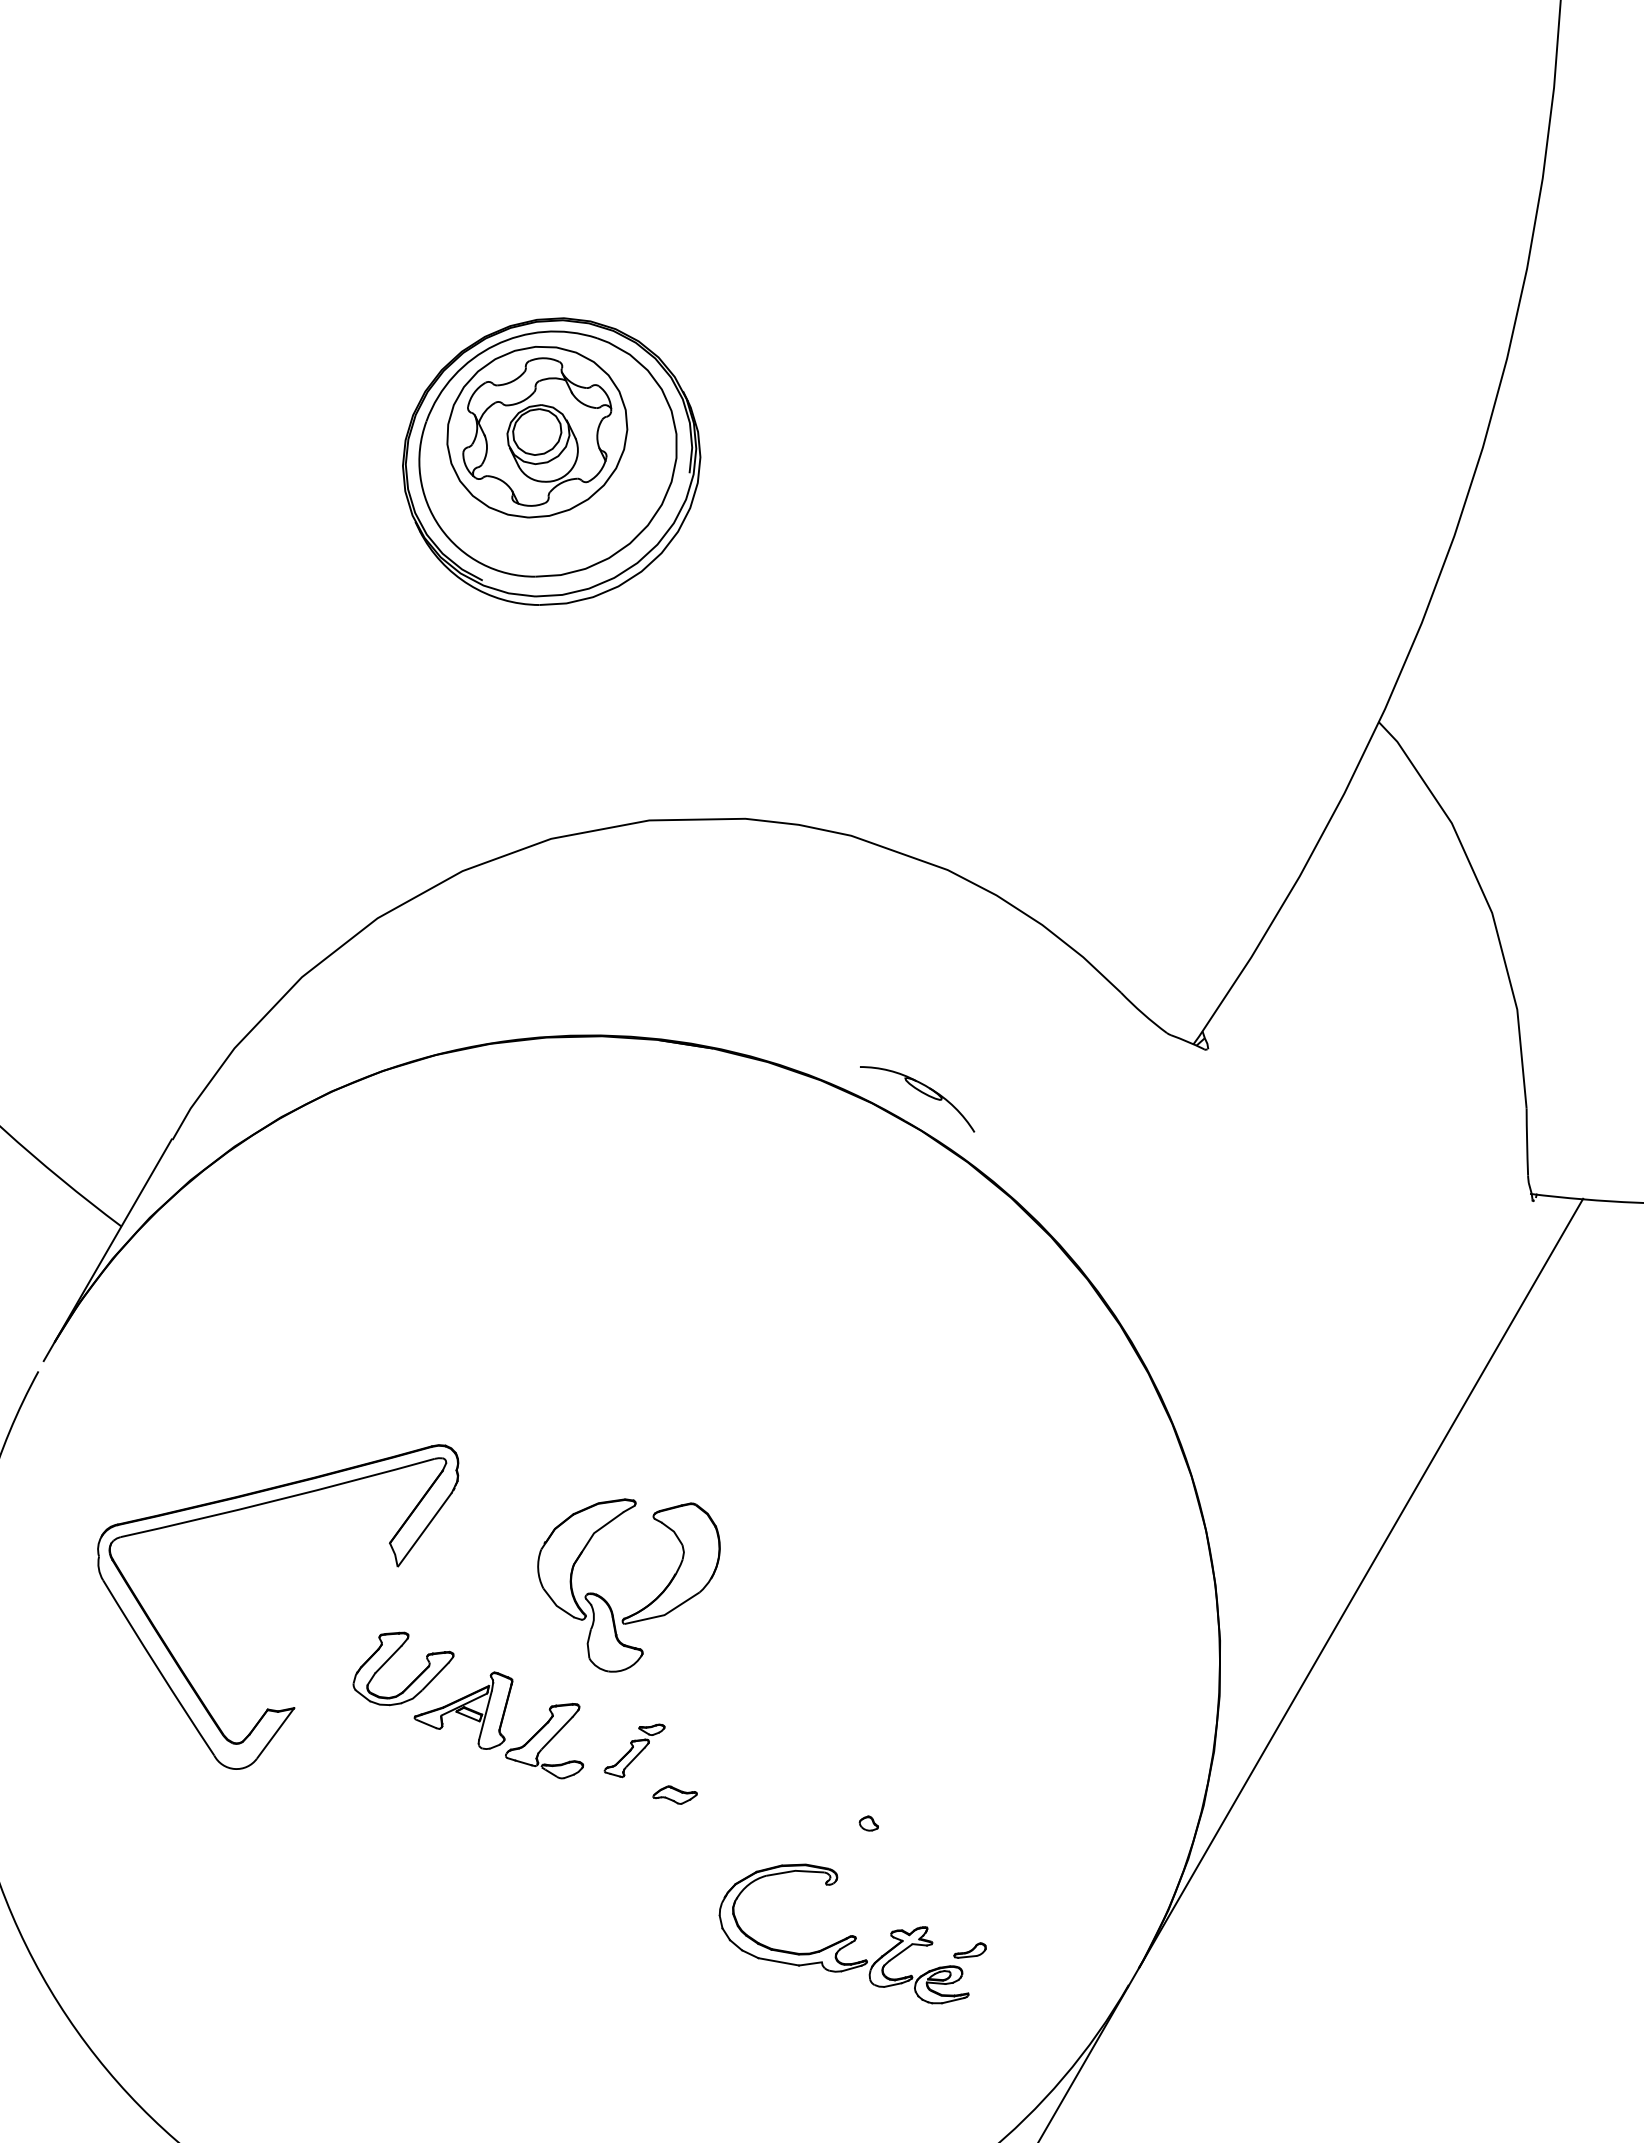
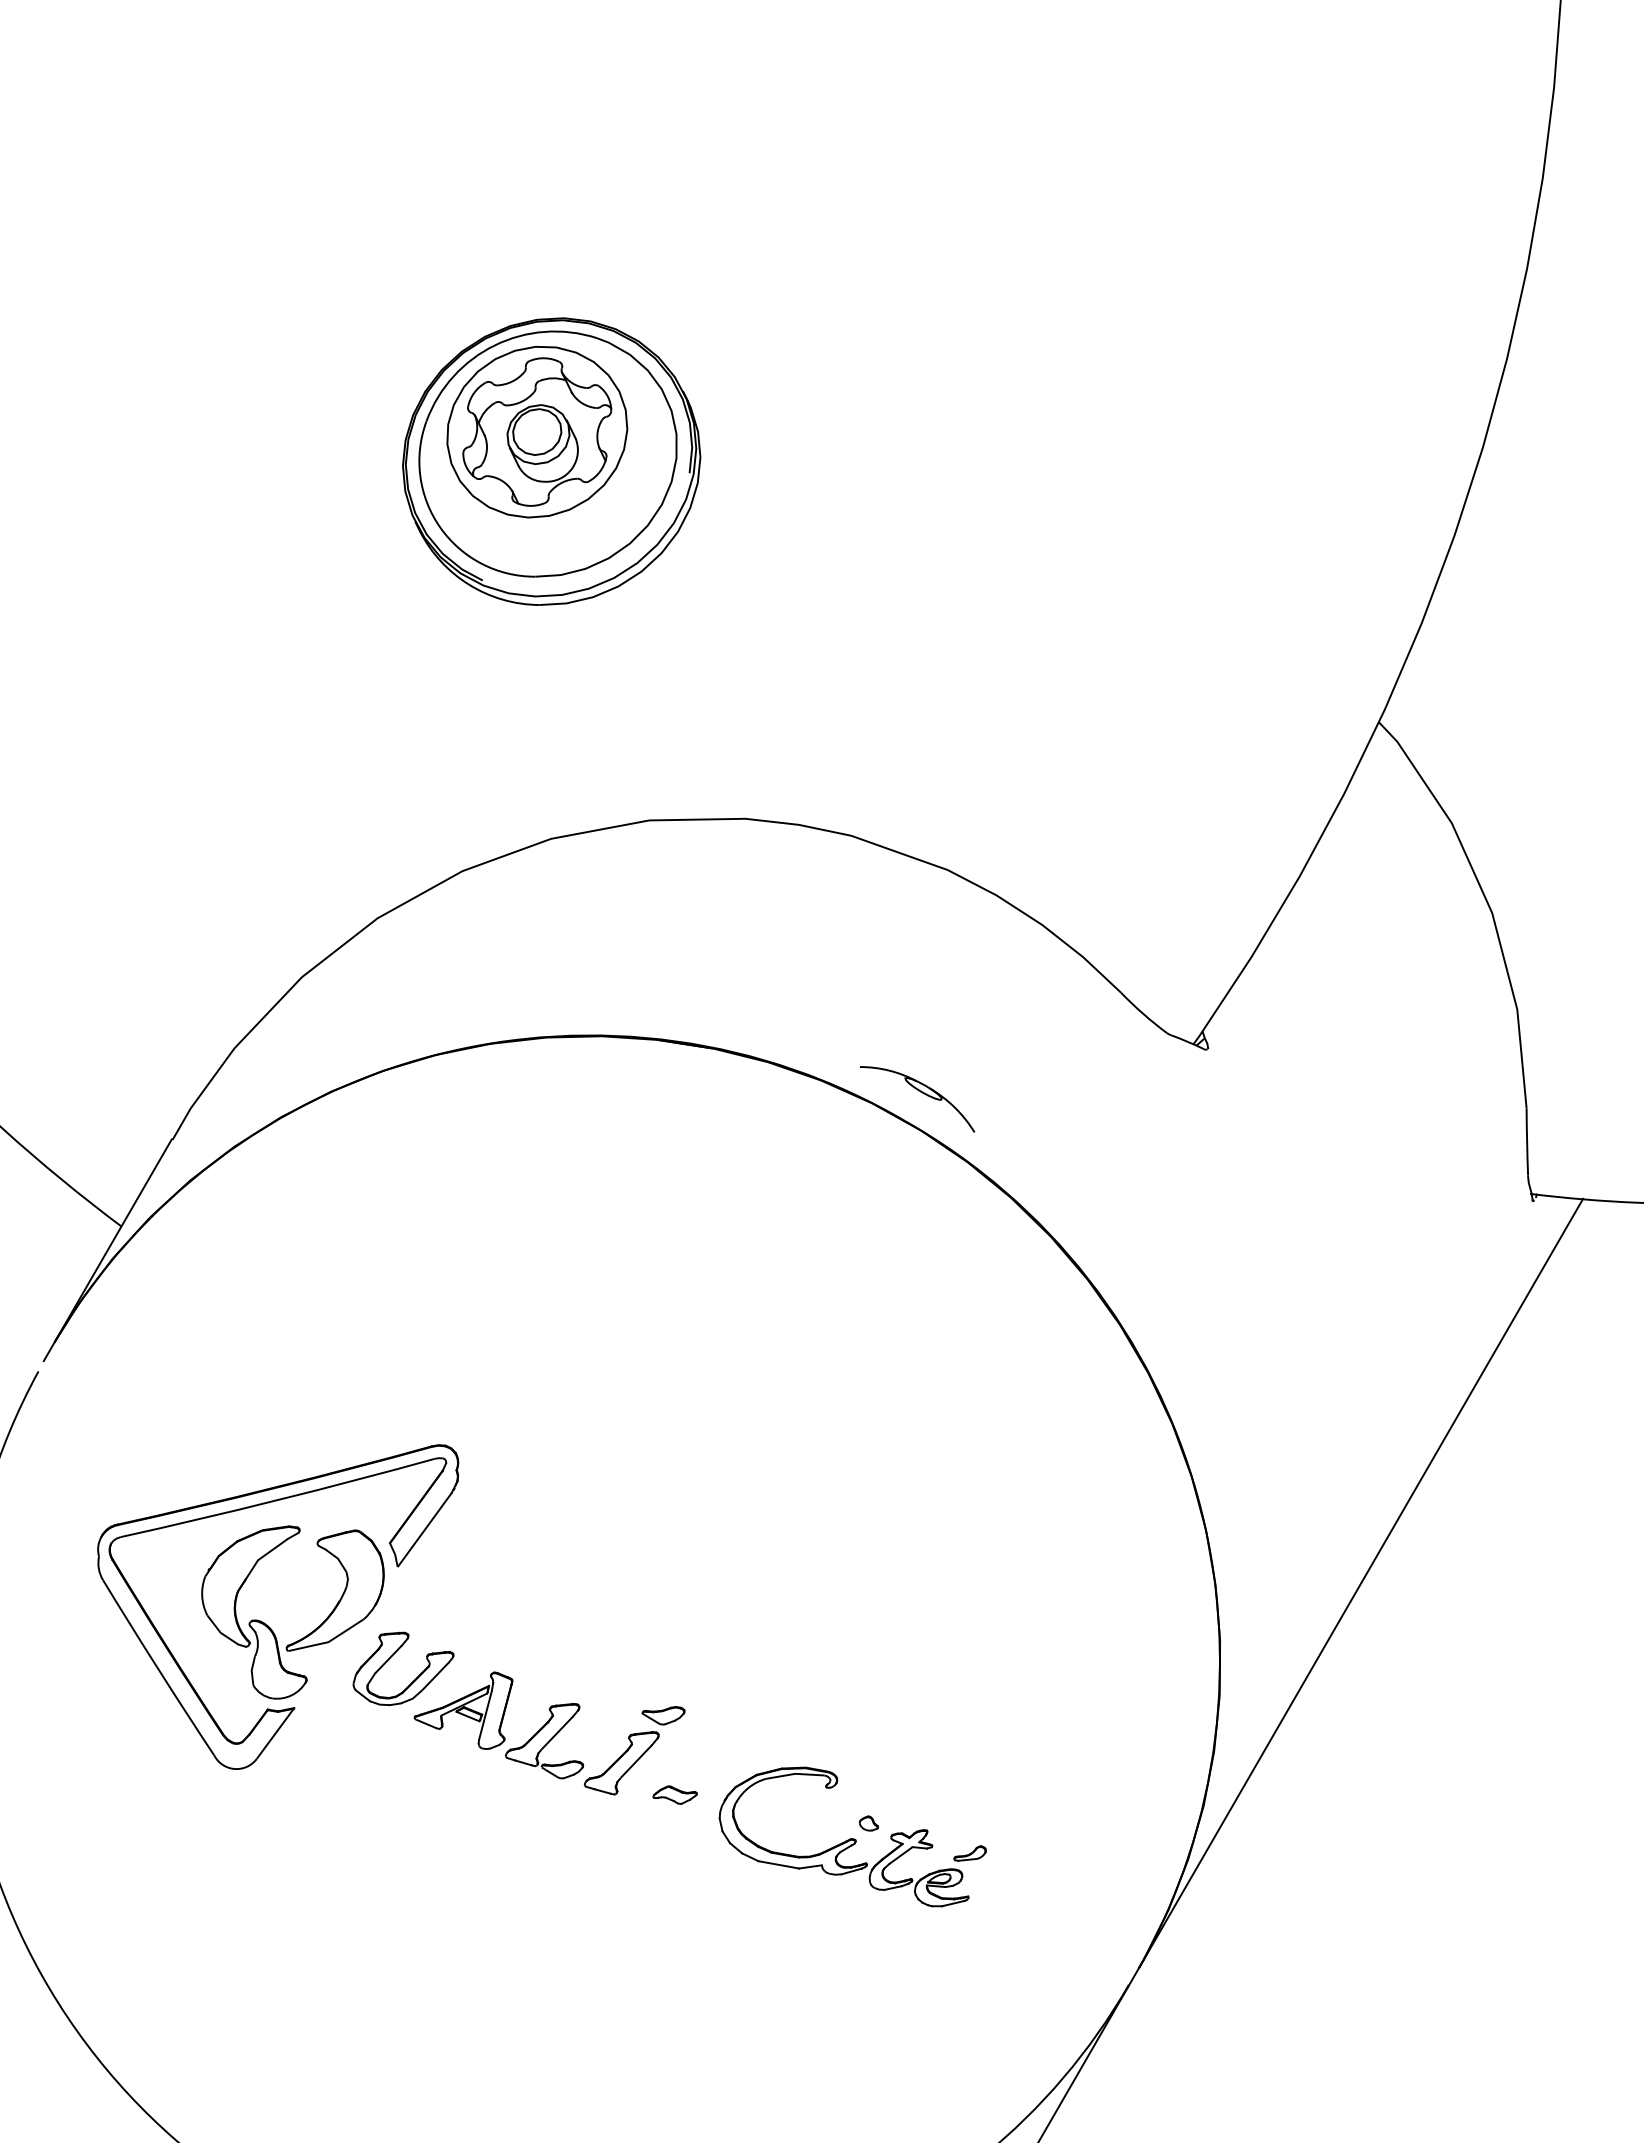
part at (608, 1602) position: (608, 1602) -> (272, 1629)
part at (634, 1750) size: 63x56 px -> 103x90 px
part at (852, 1933) position: (852, 1933) -> (852, 1836)
